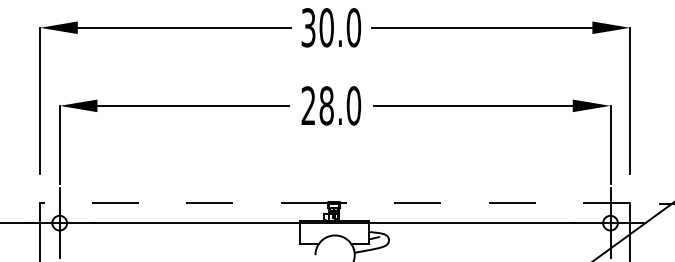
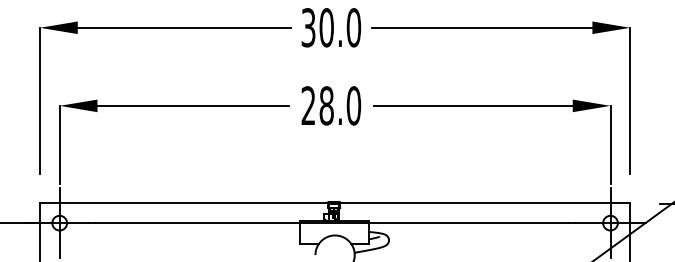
line at (183, 203): dashed -> solid
line at (485, 203): dashed -> solid
